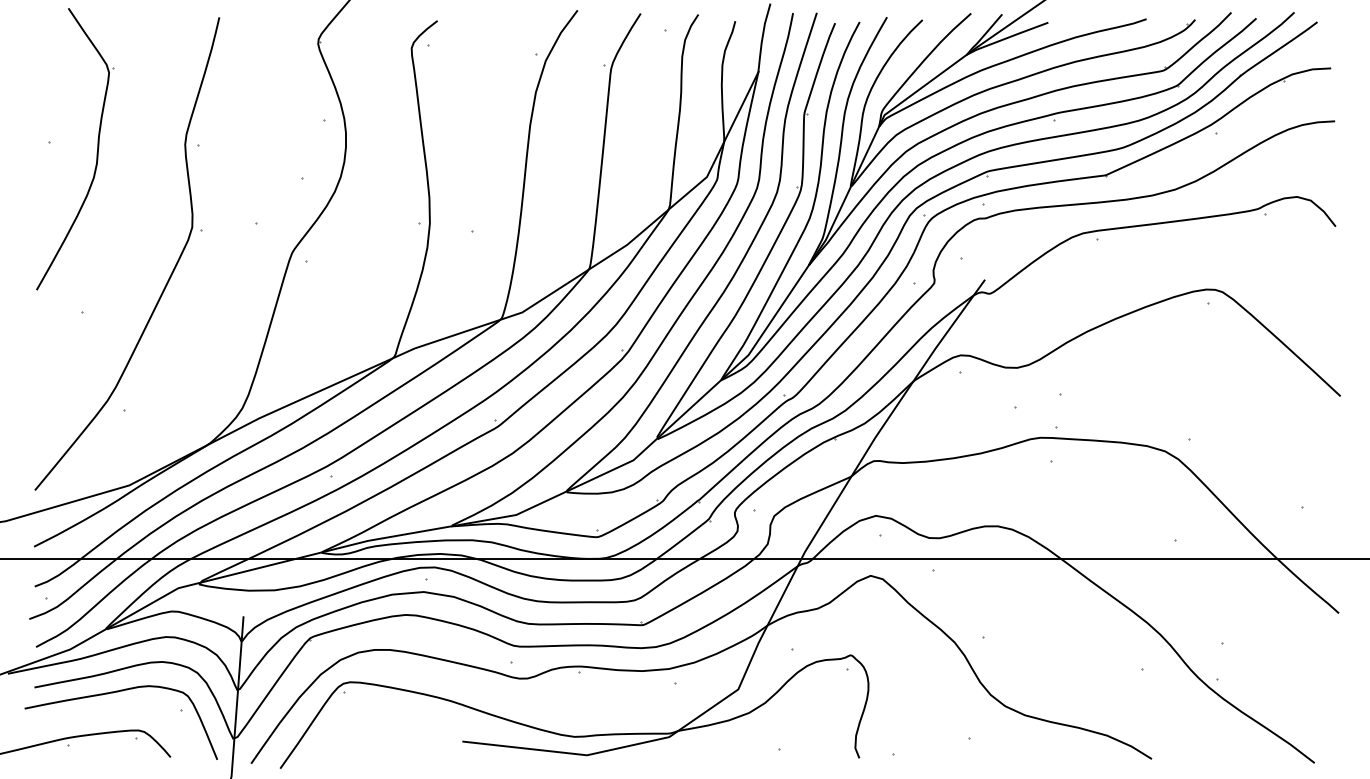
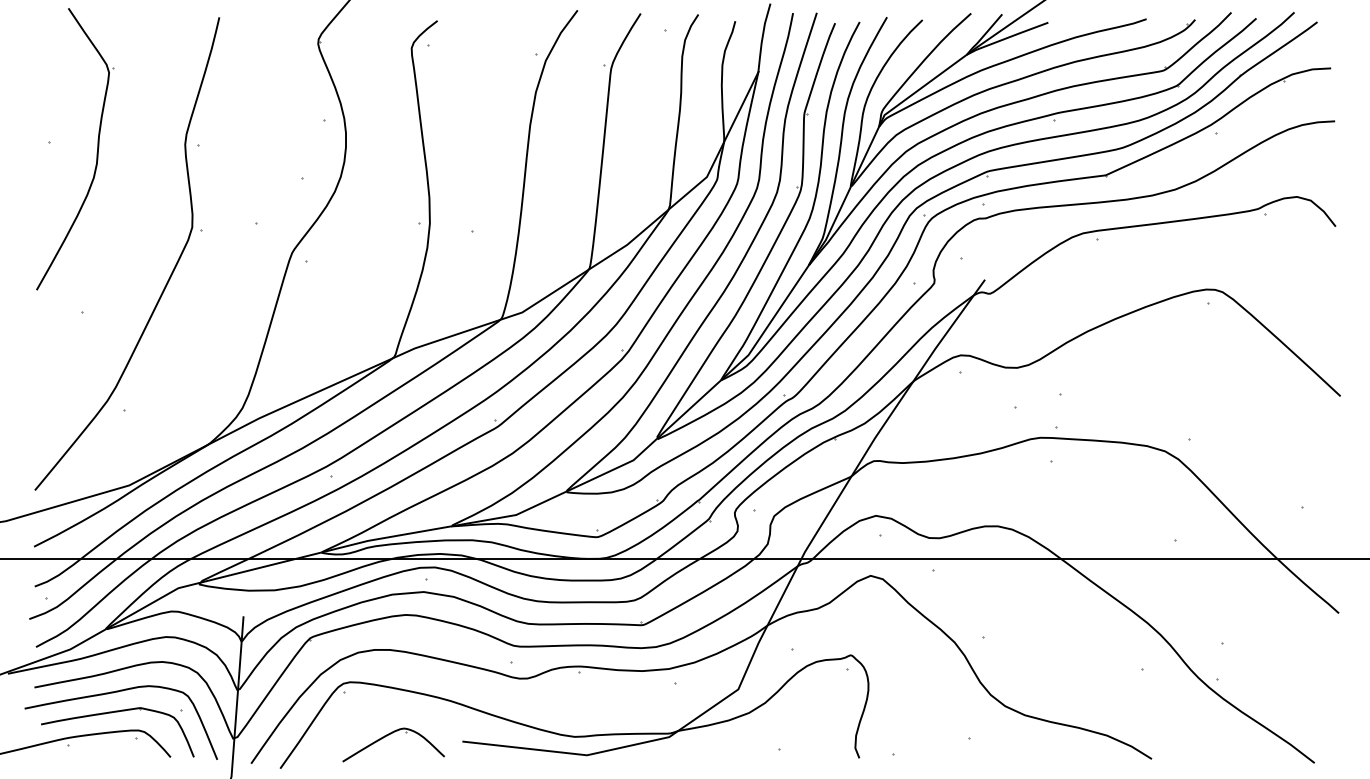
part at (112, 713): none -> present
part at (389, 735): none -> present
